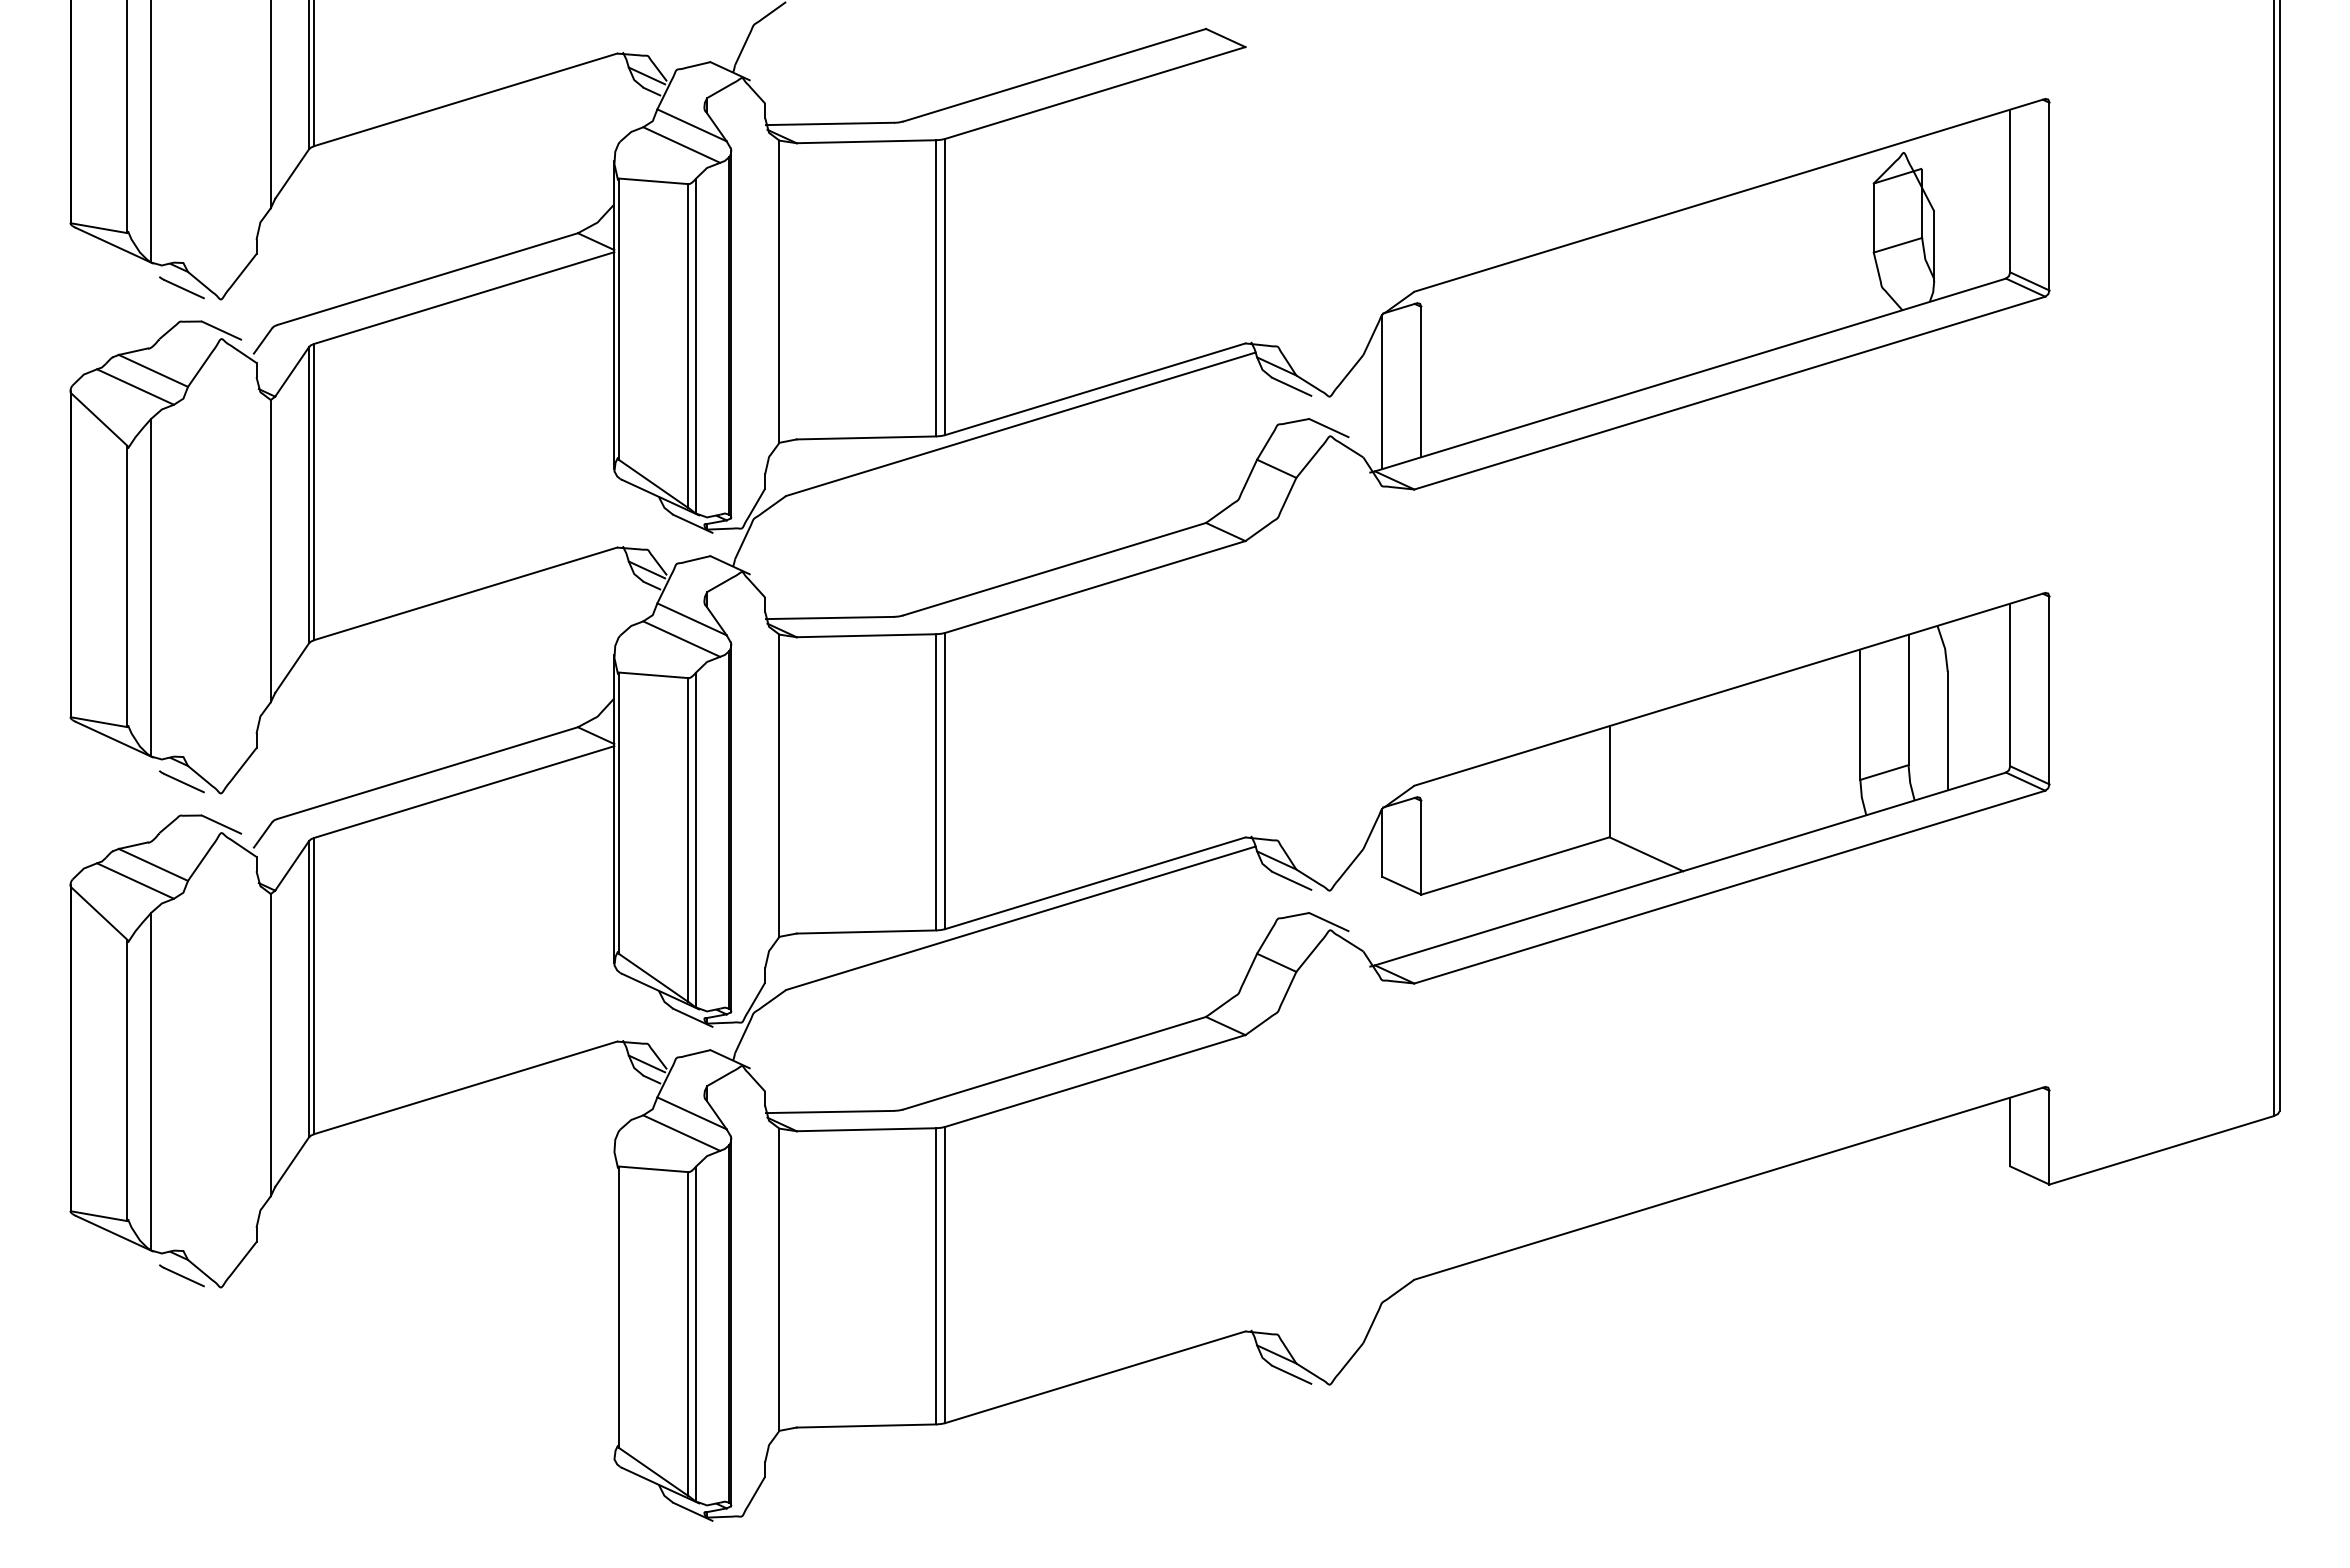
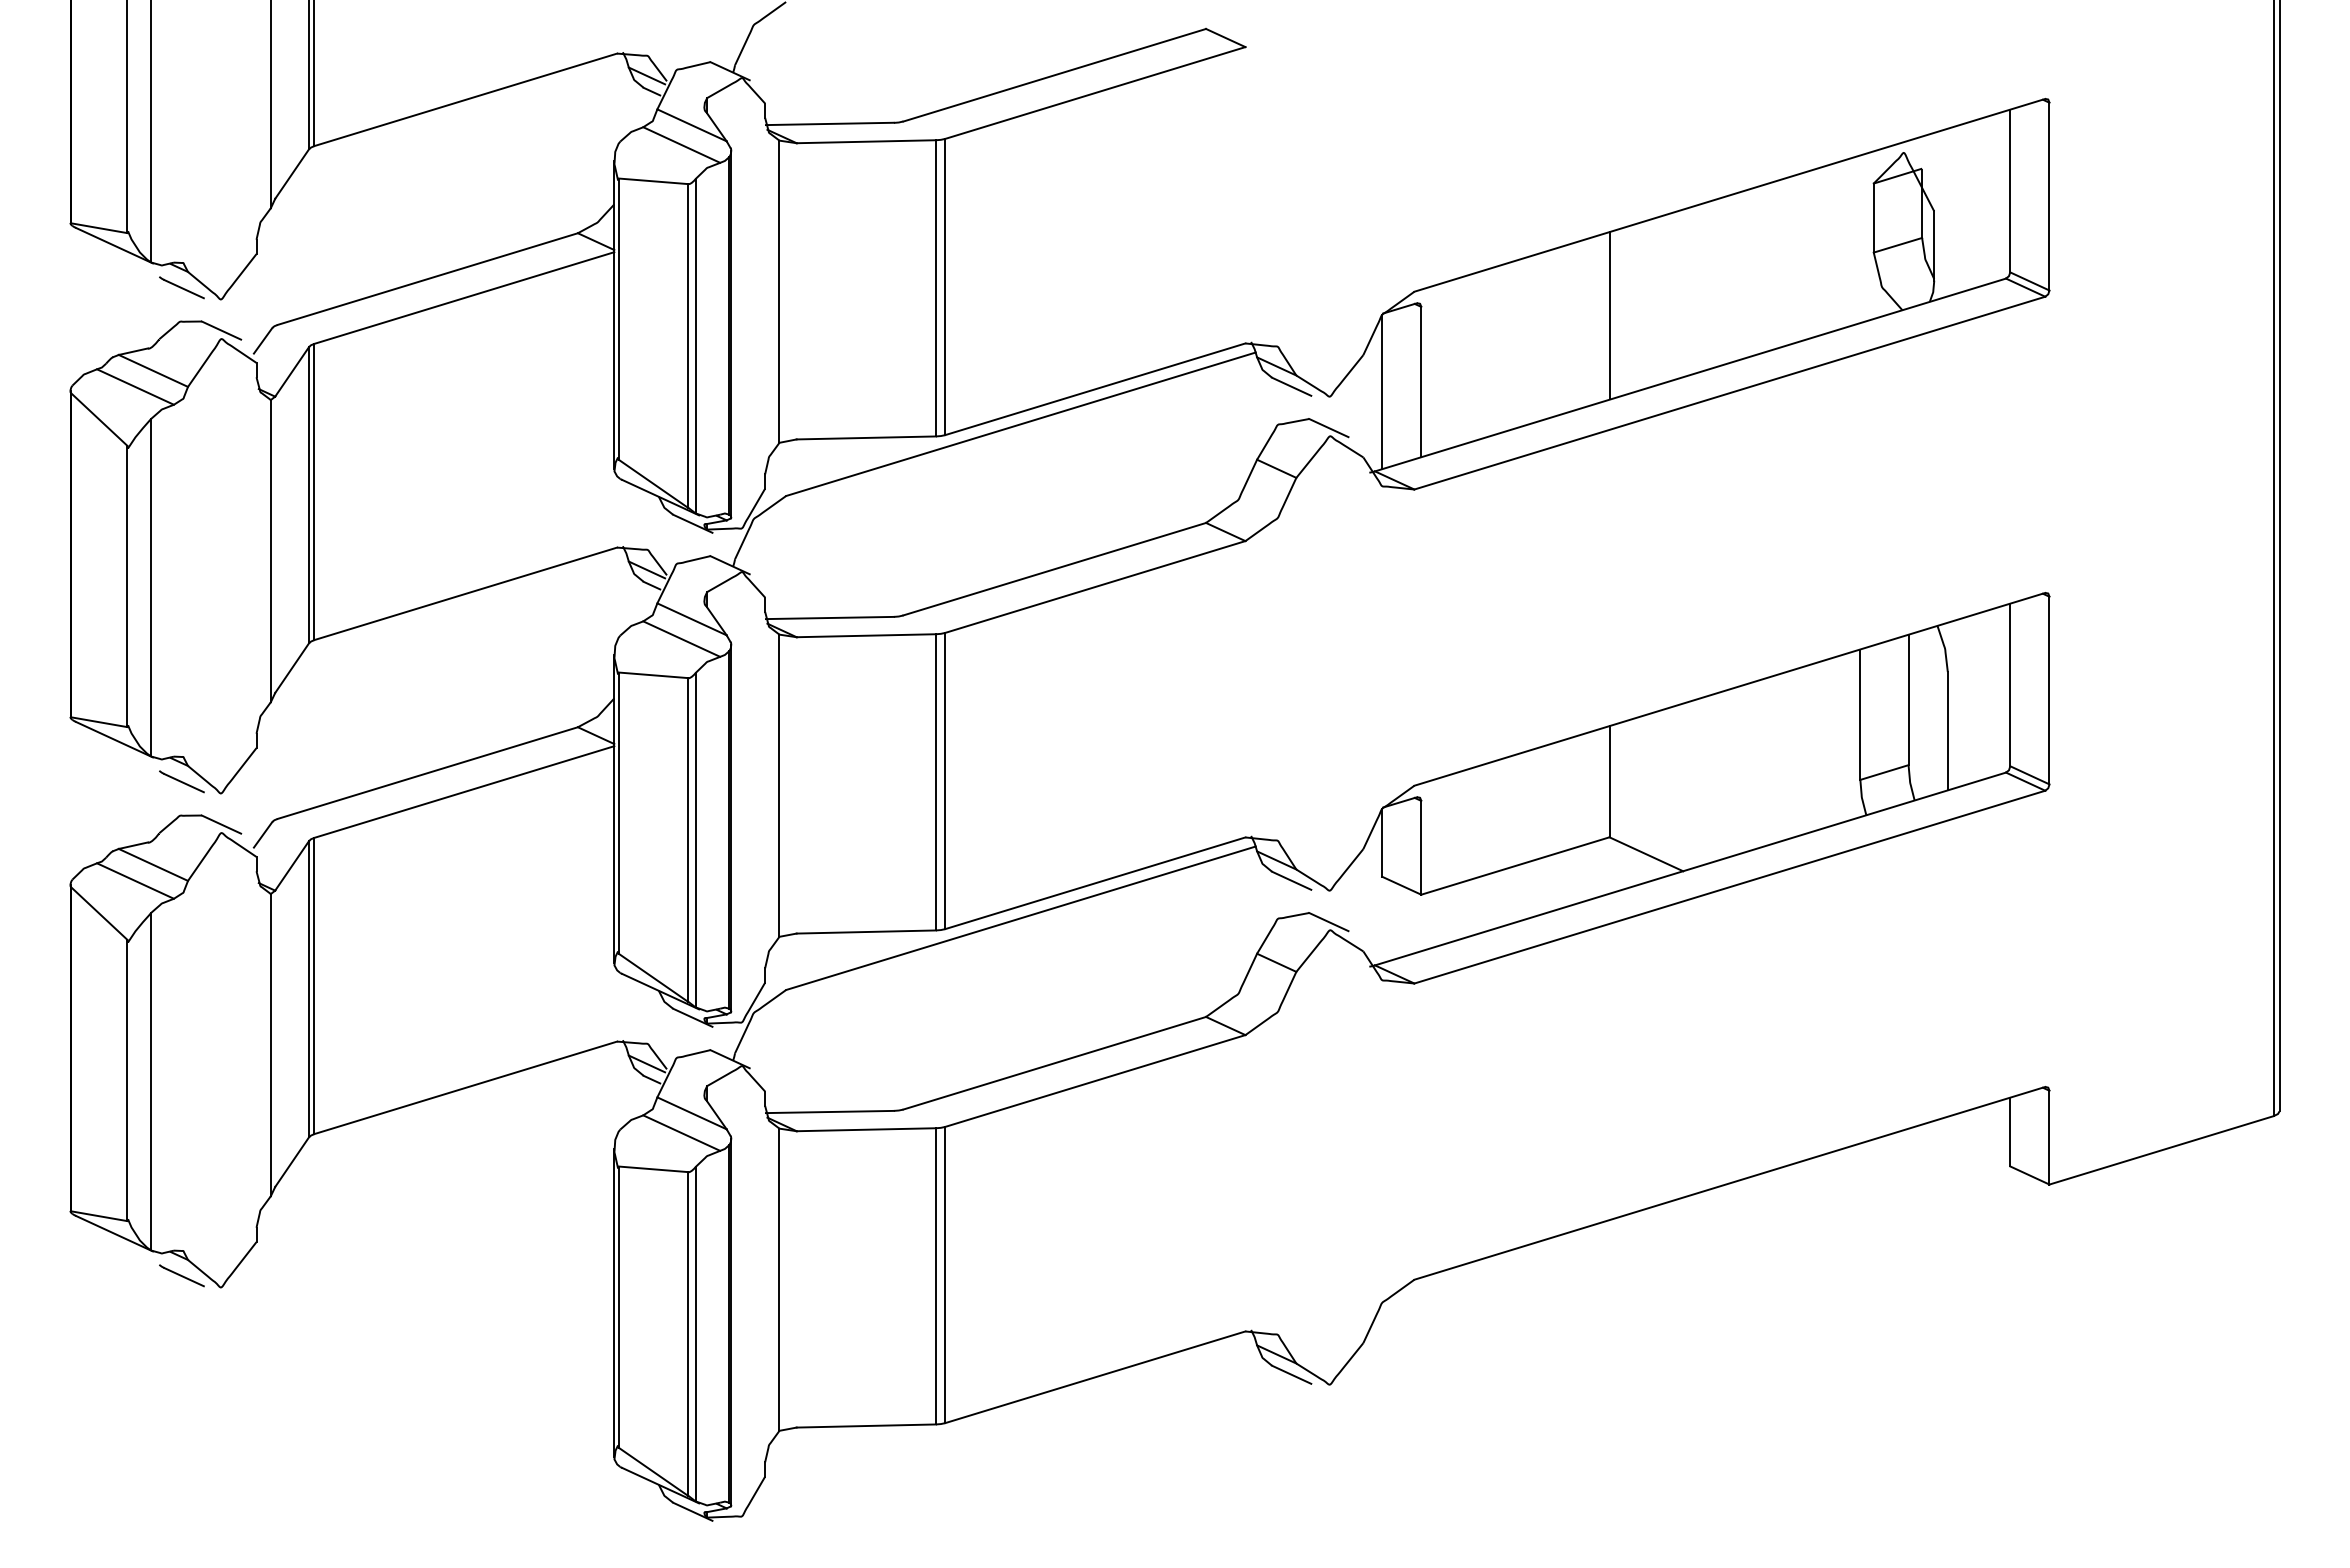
line at (1609, 315): none -> present
line at (614, 1302): none -> present
